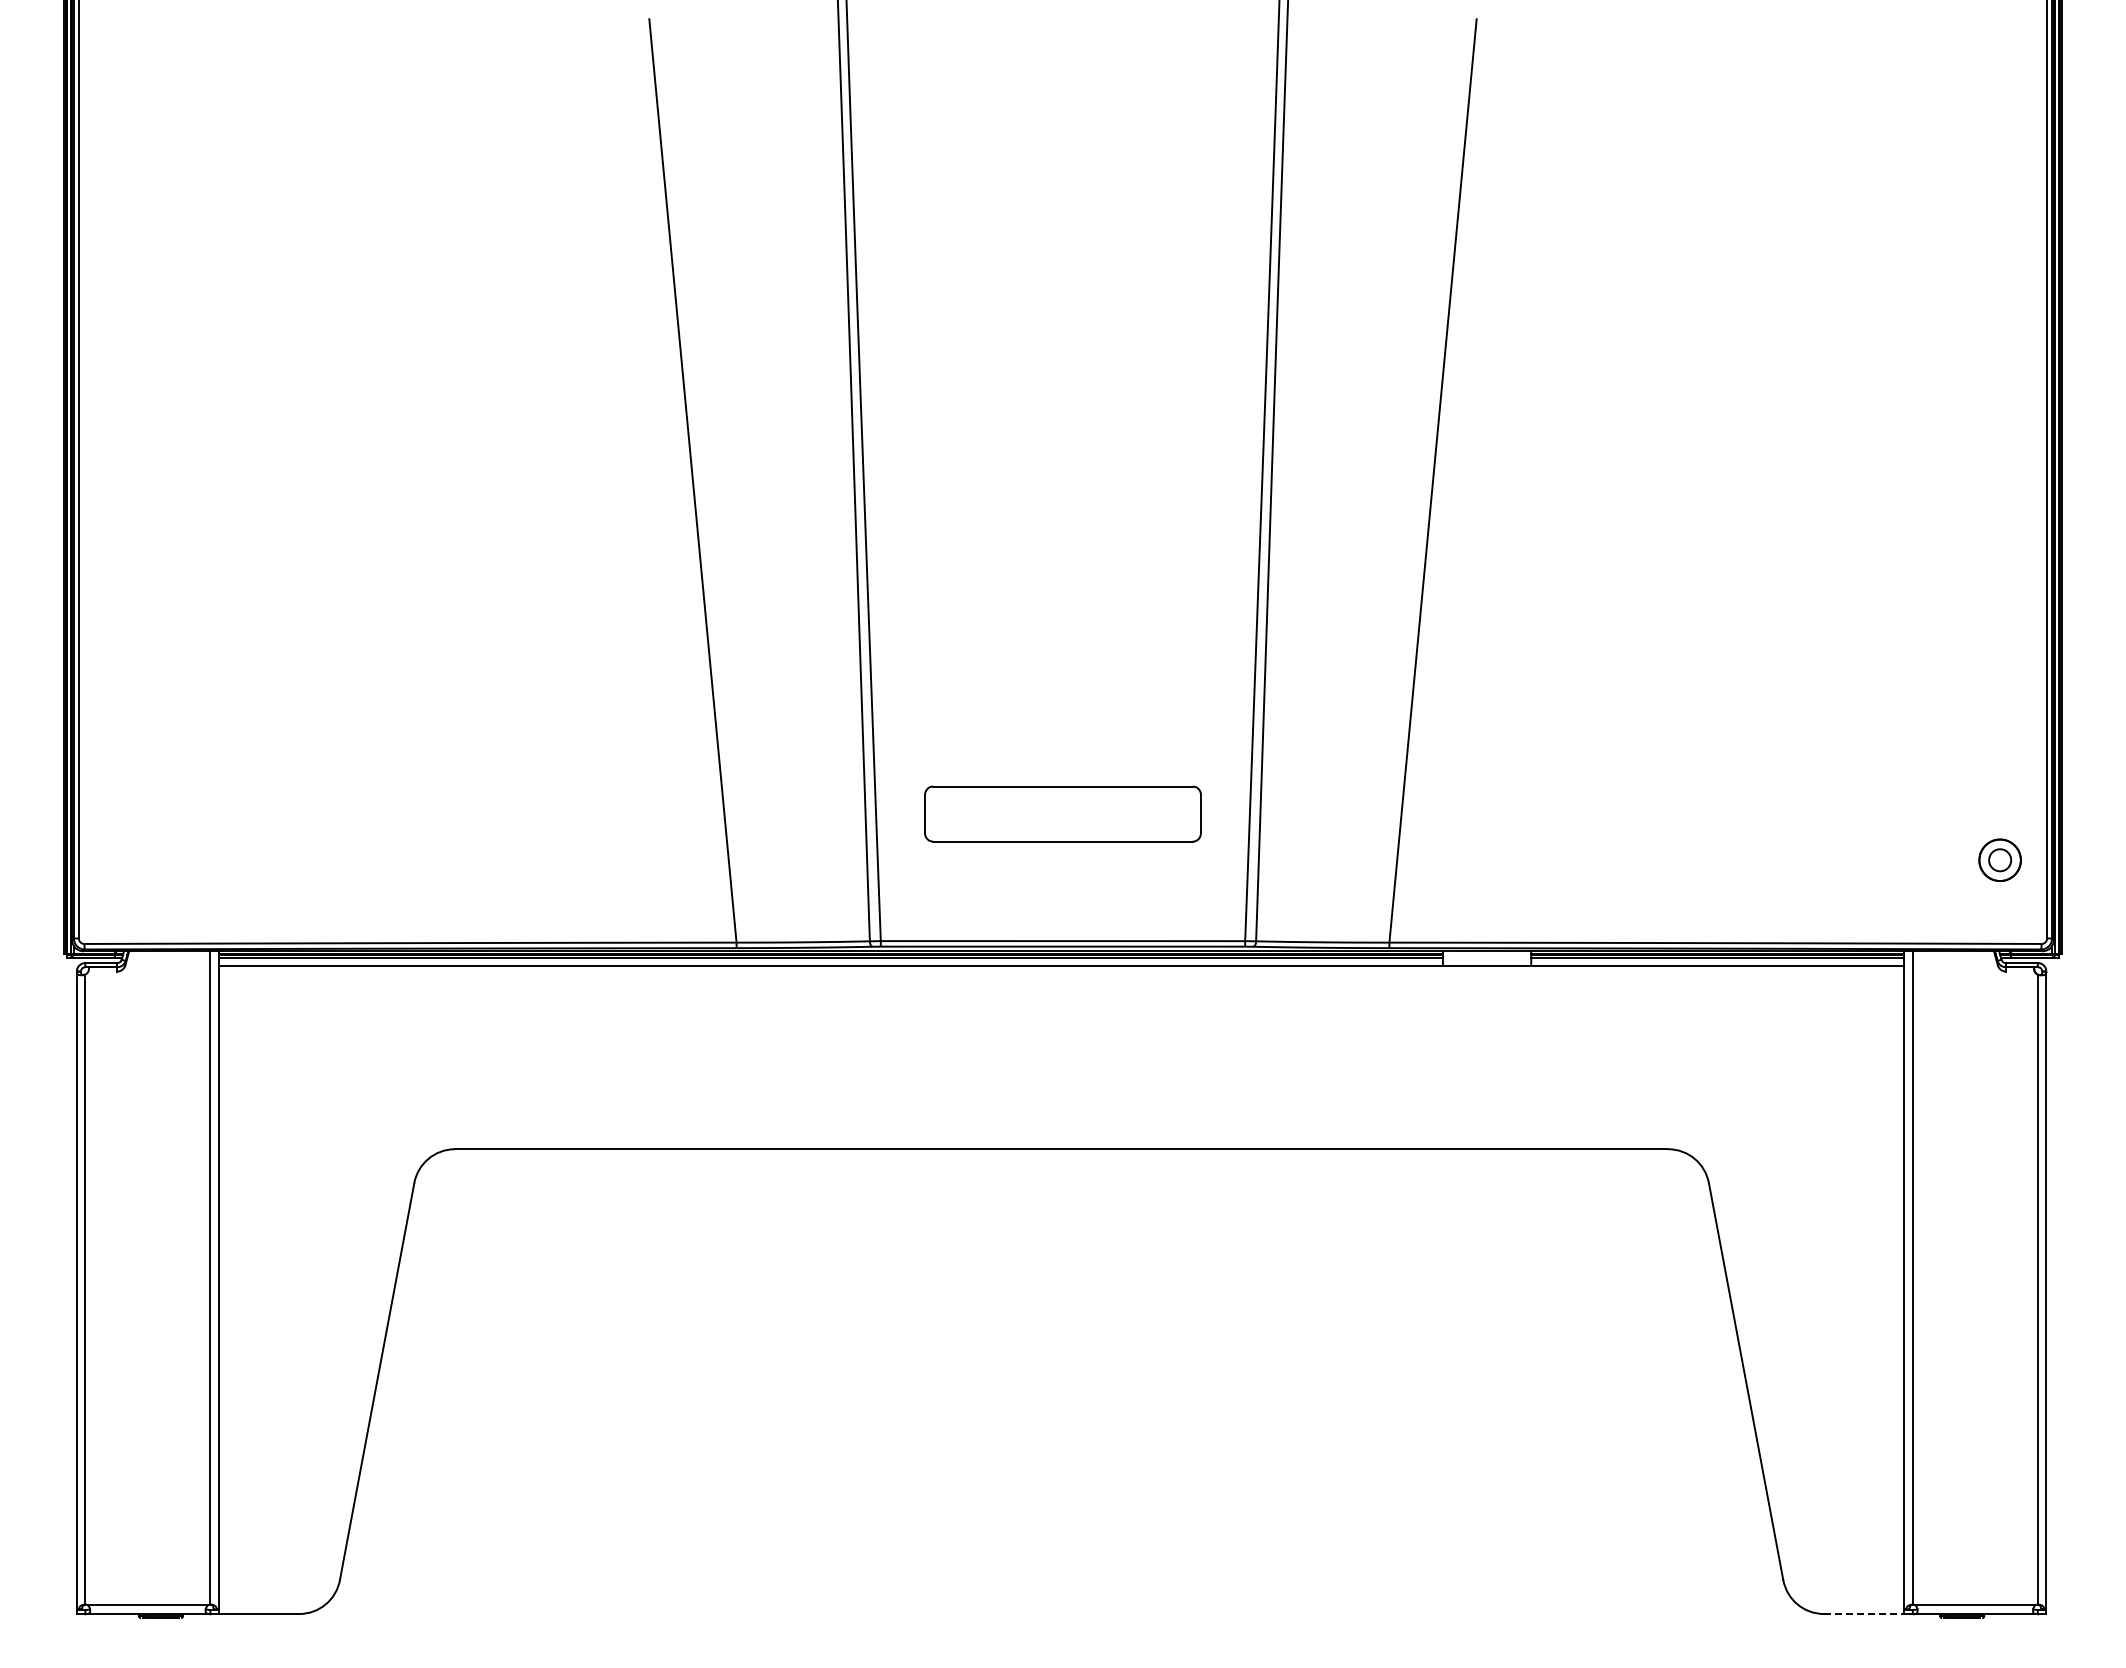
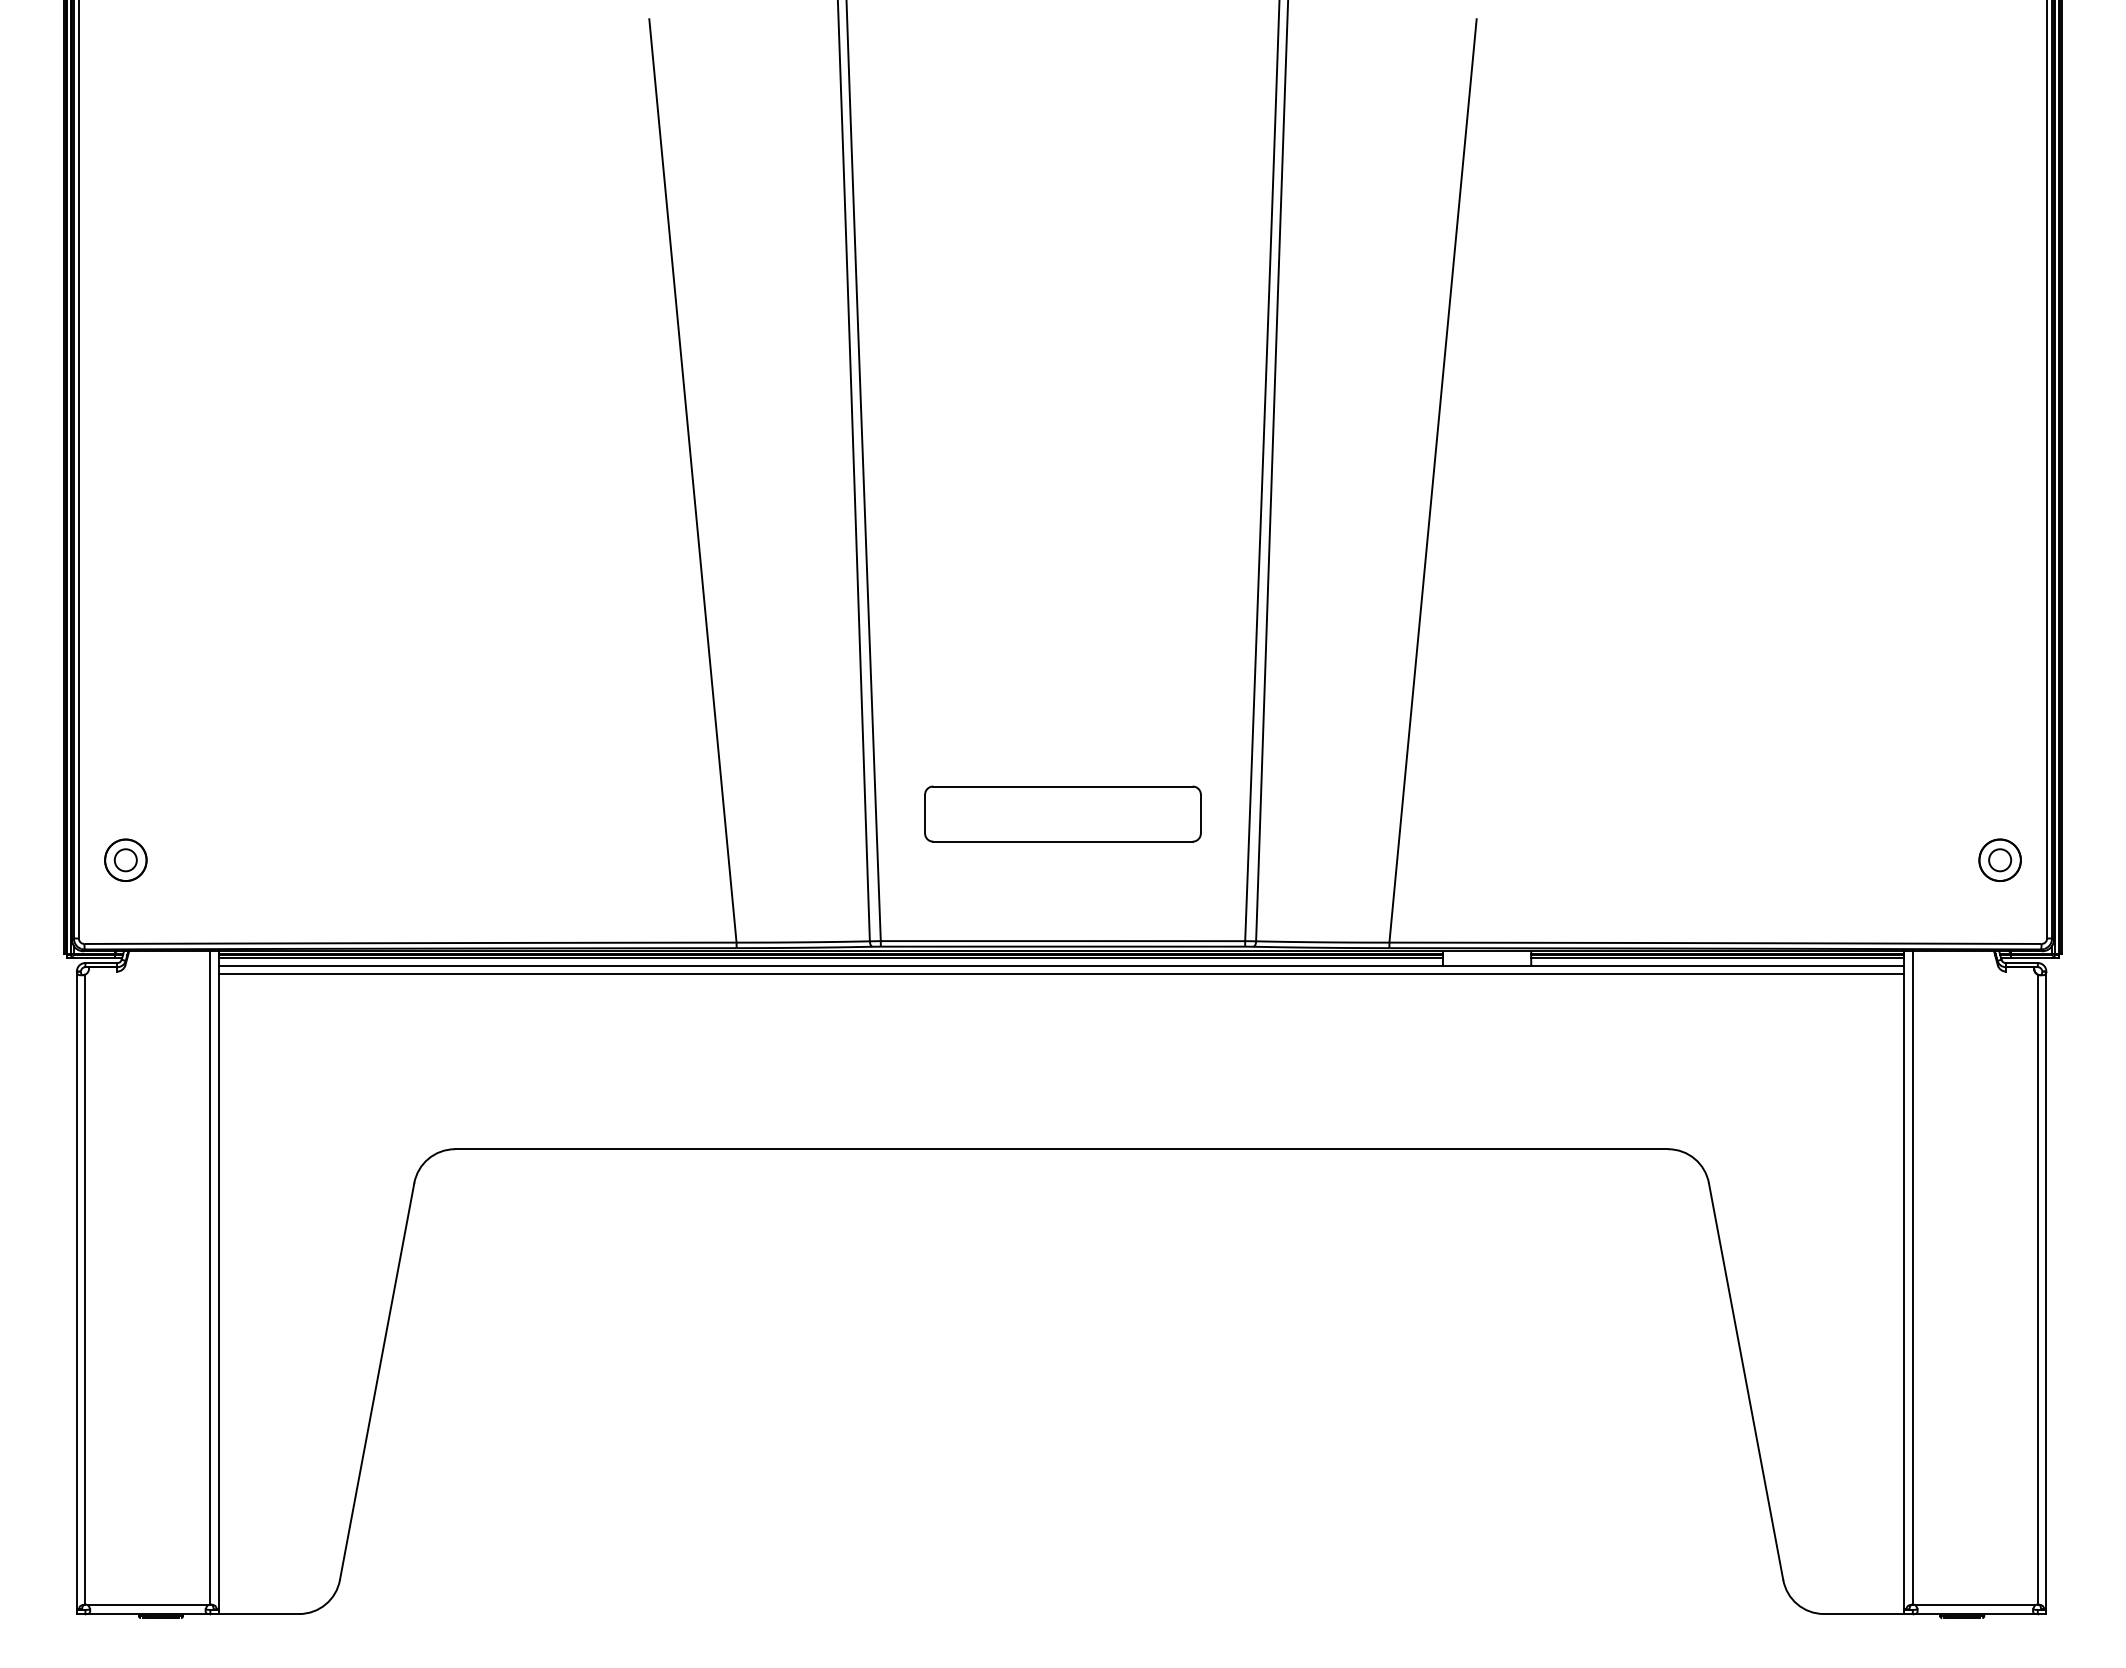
part at (125, 859): none -> present
line at (1061, 974): none -> present
line at (1864, 1614): dashed -> solid
